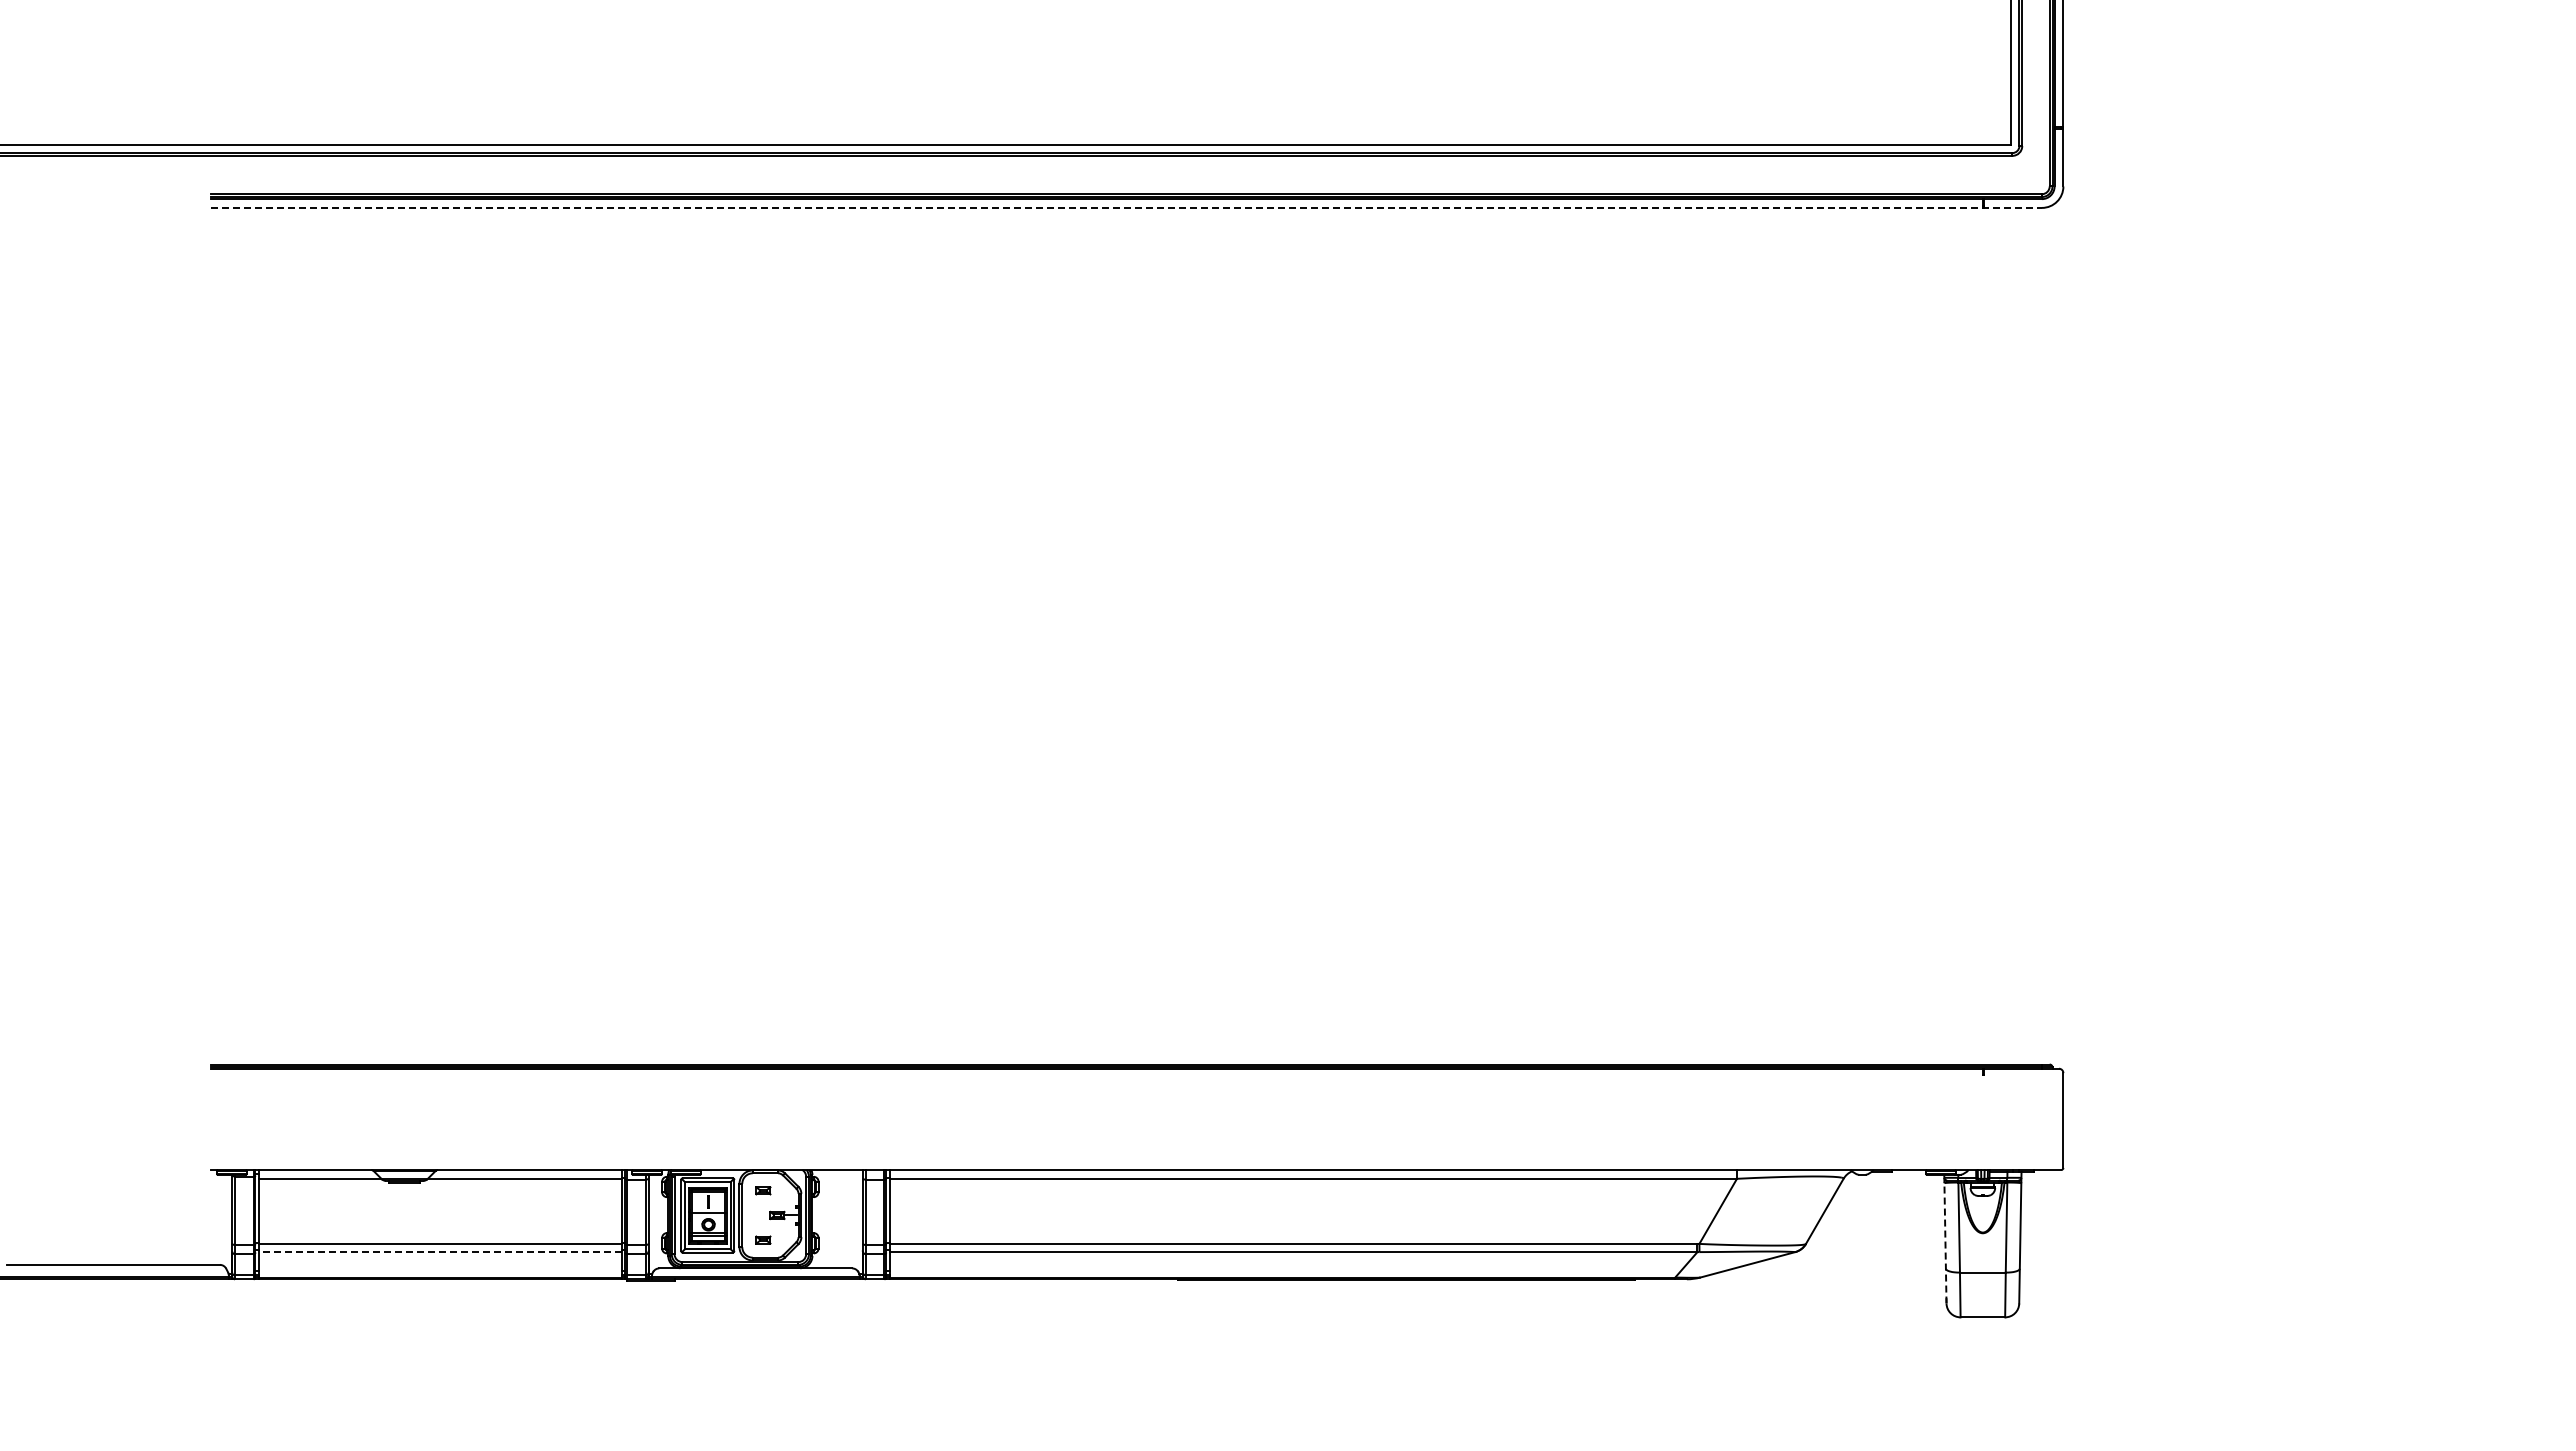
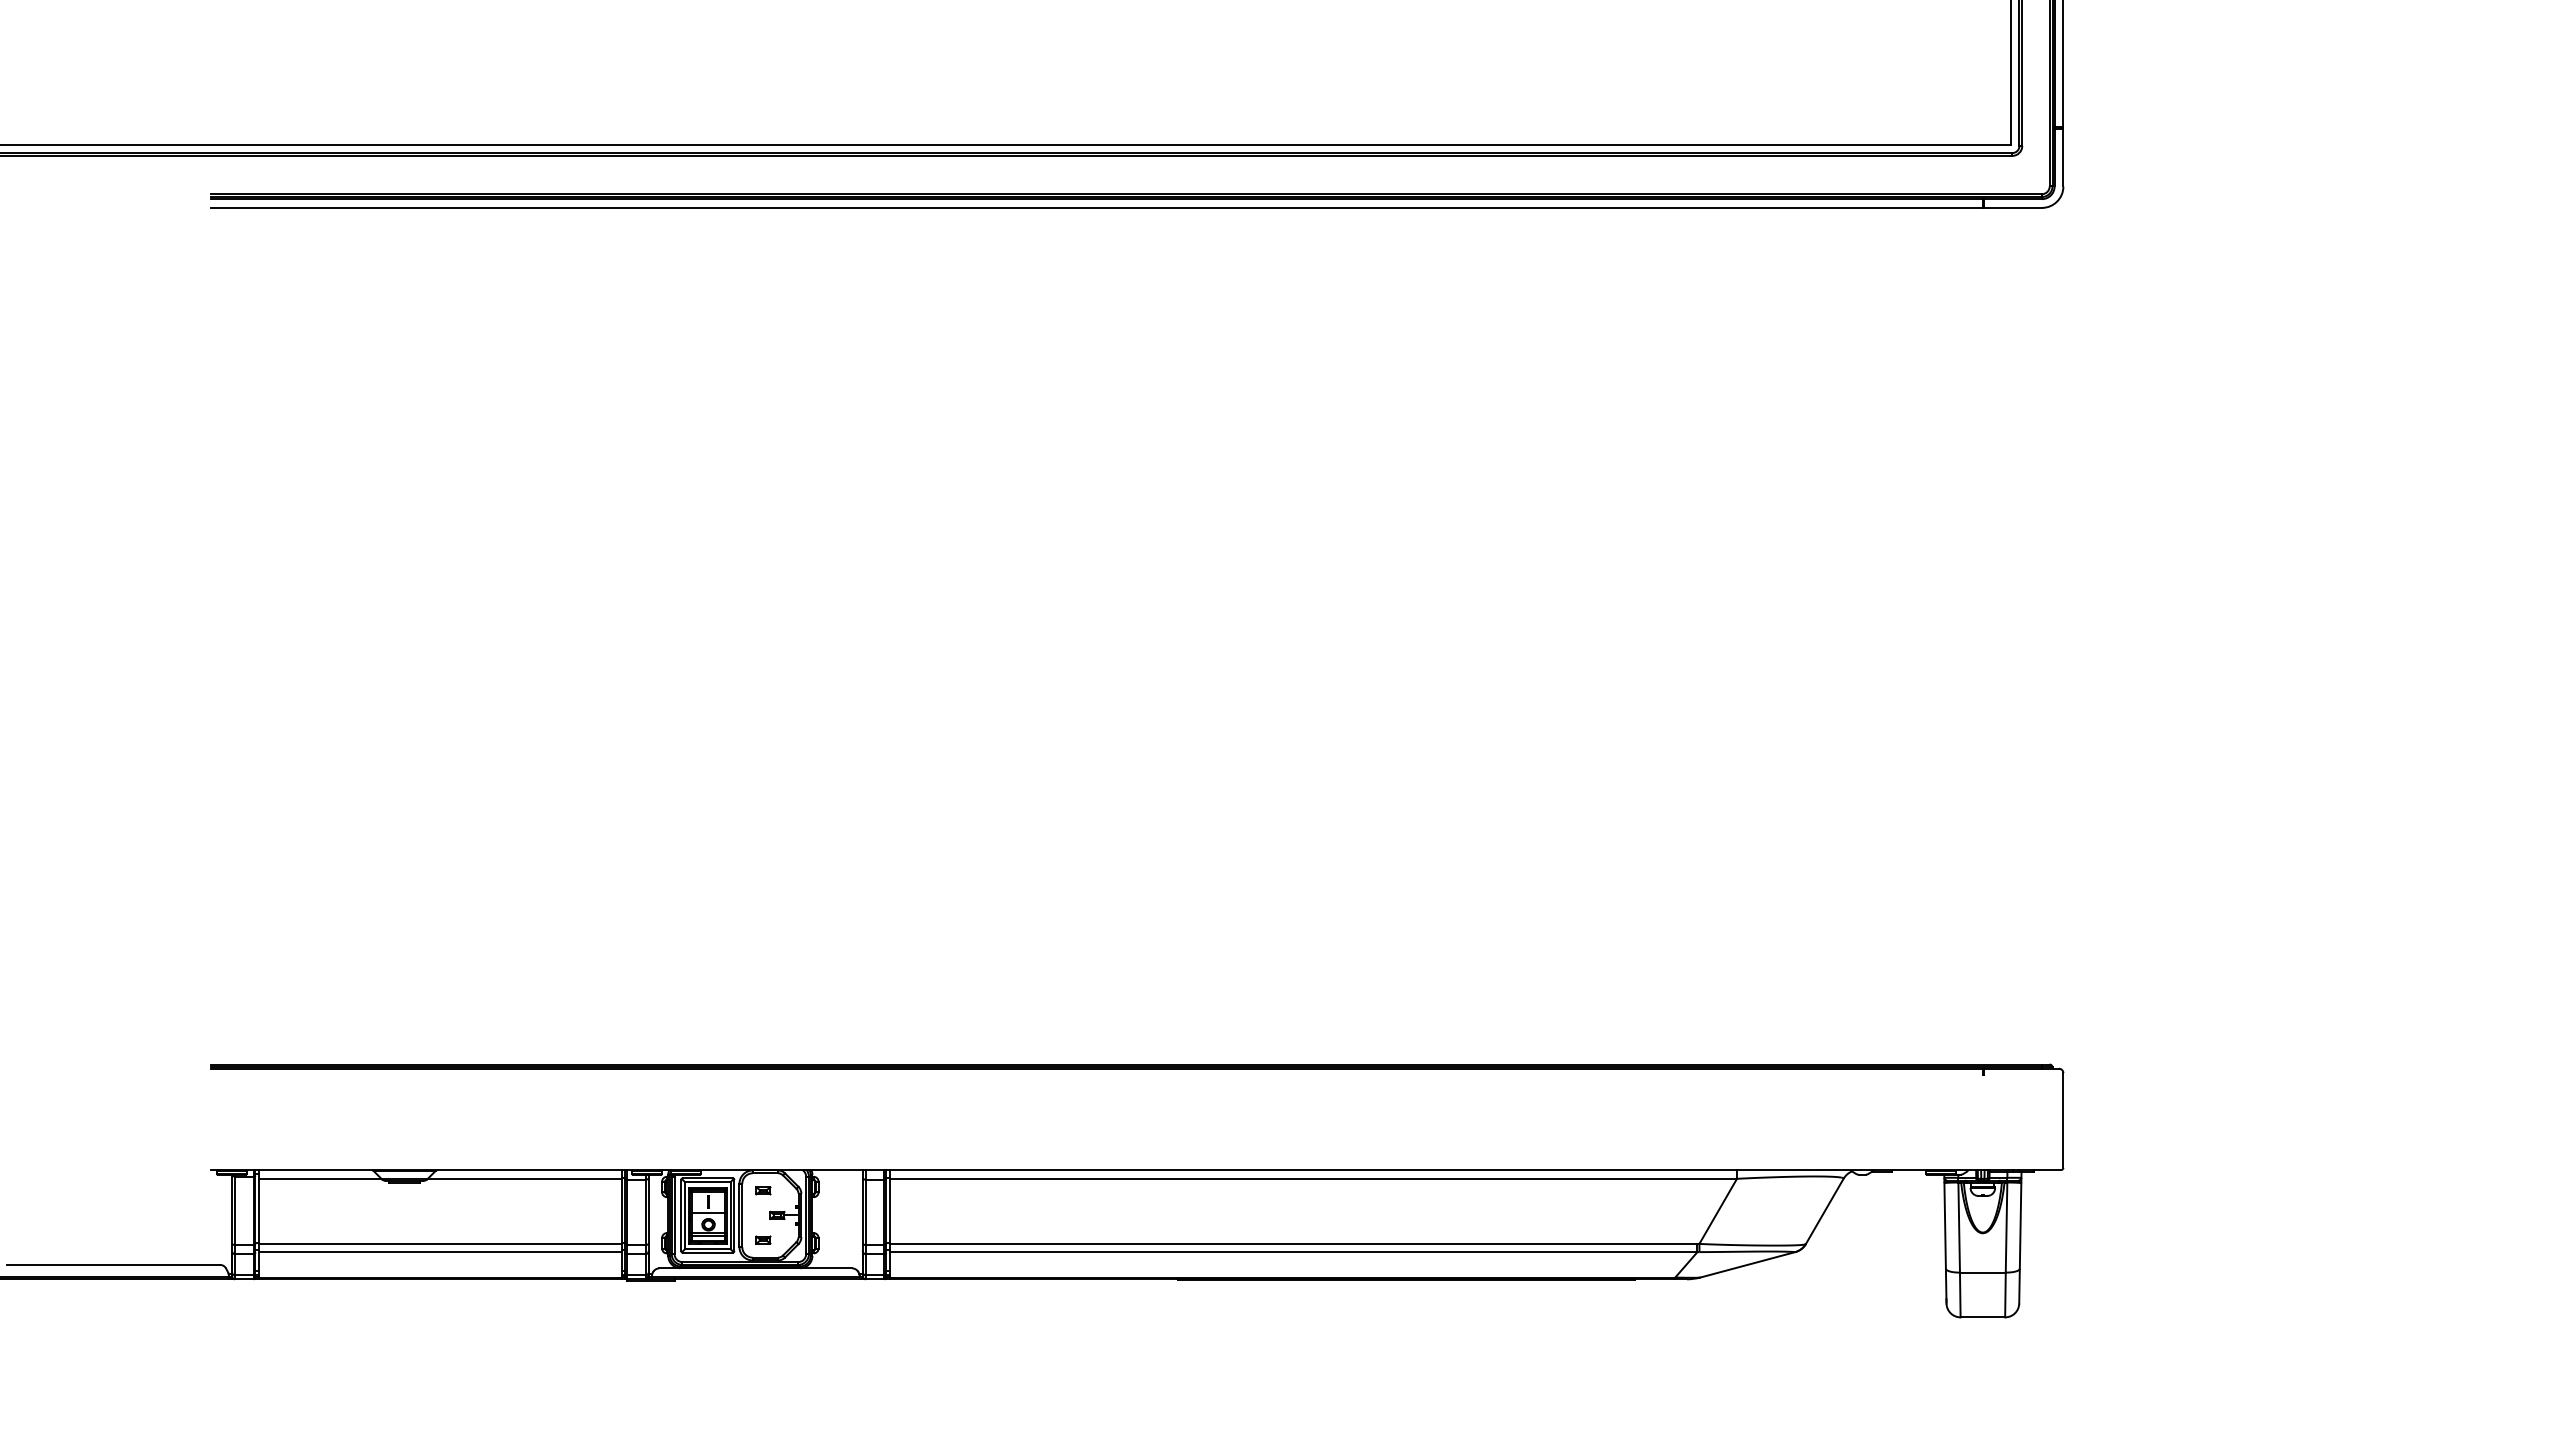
line at (1127, 207): dashed -> solid
line at (1945, 1238): dashed -> solid
line at (439, 1252): dashed -> solid
